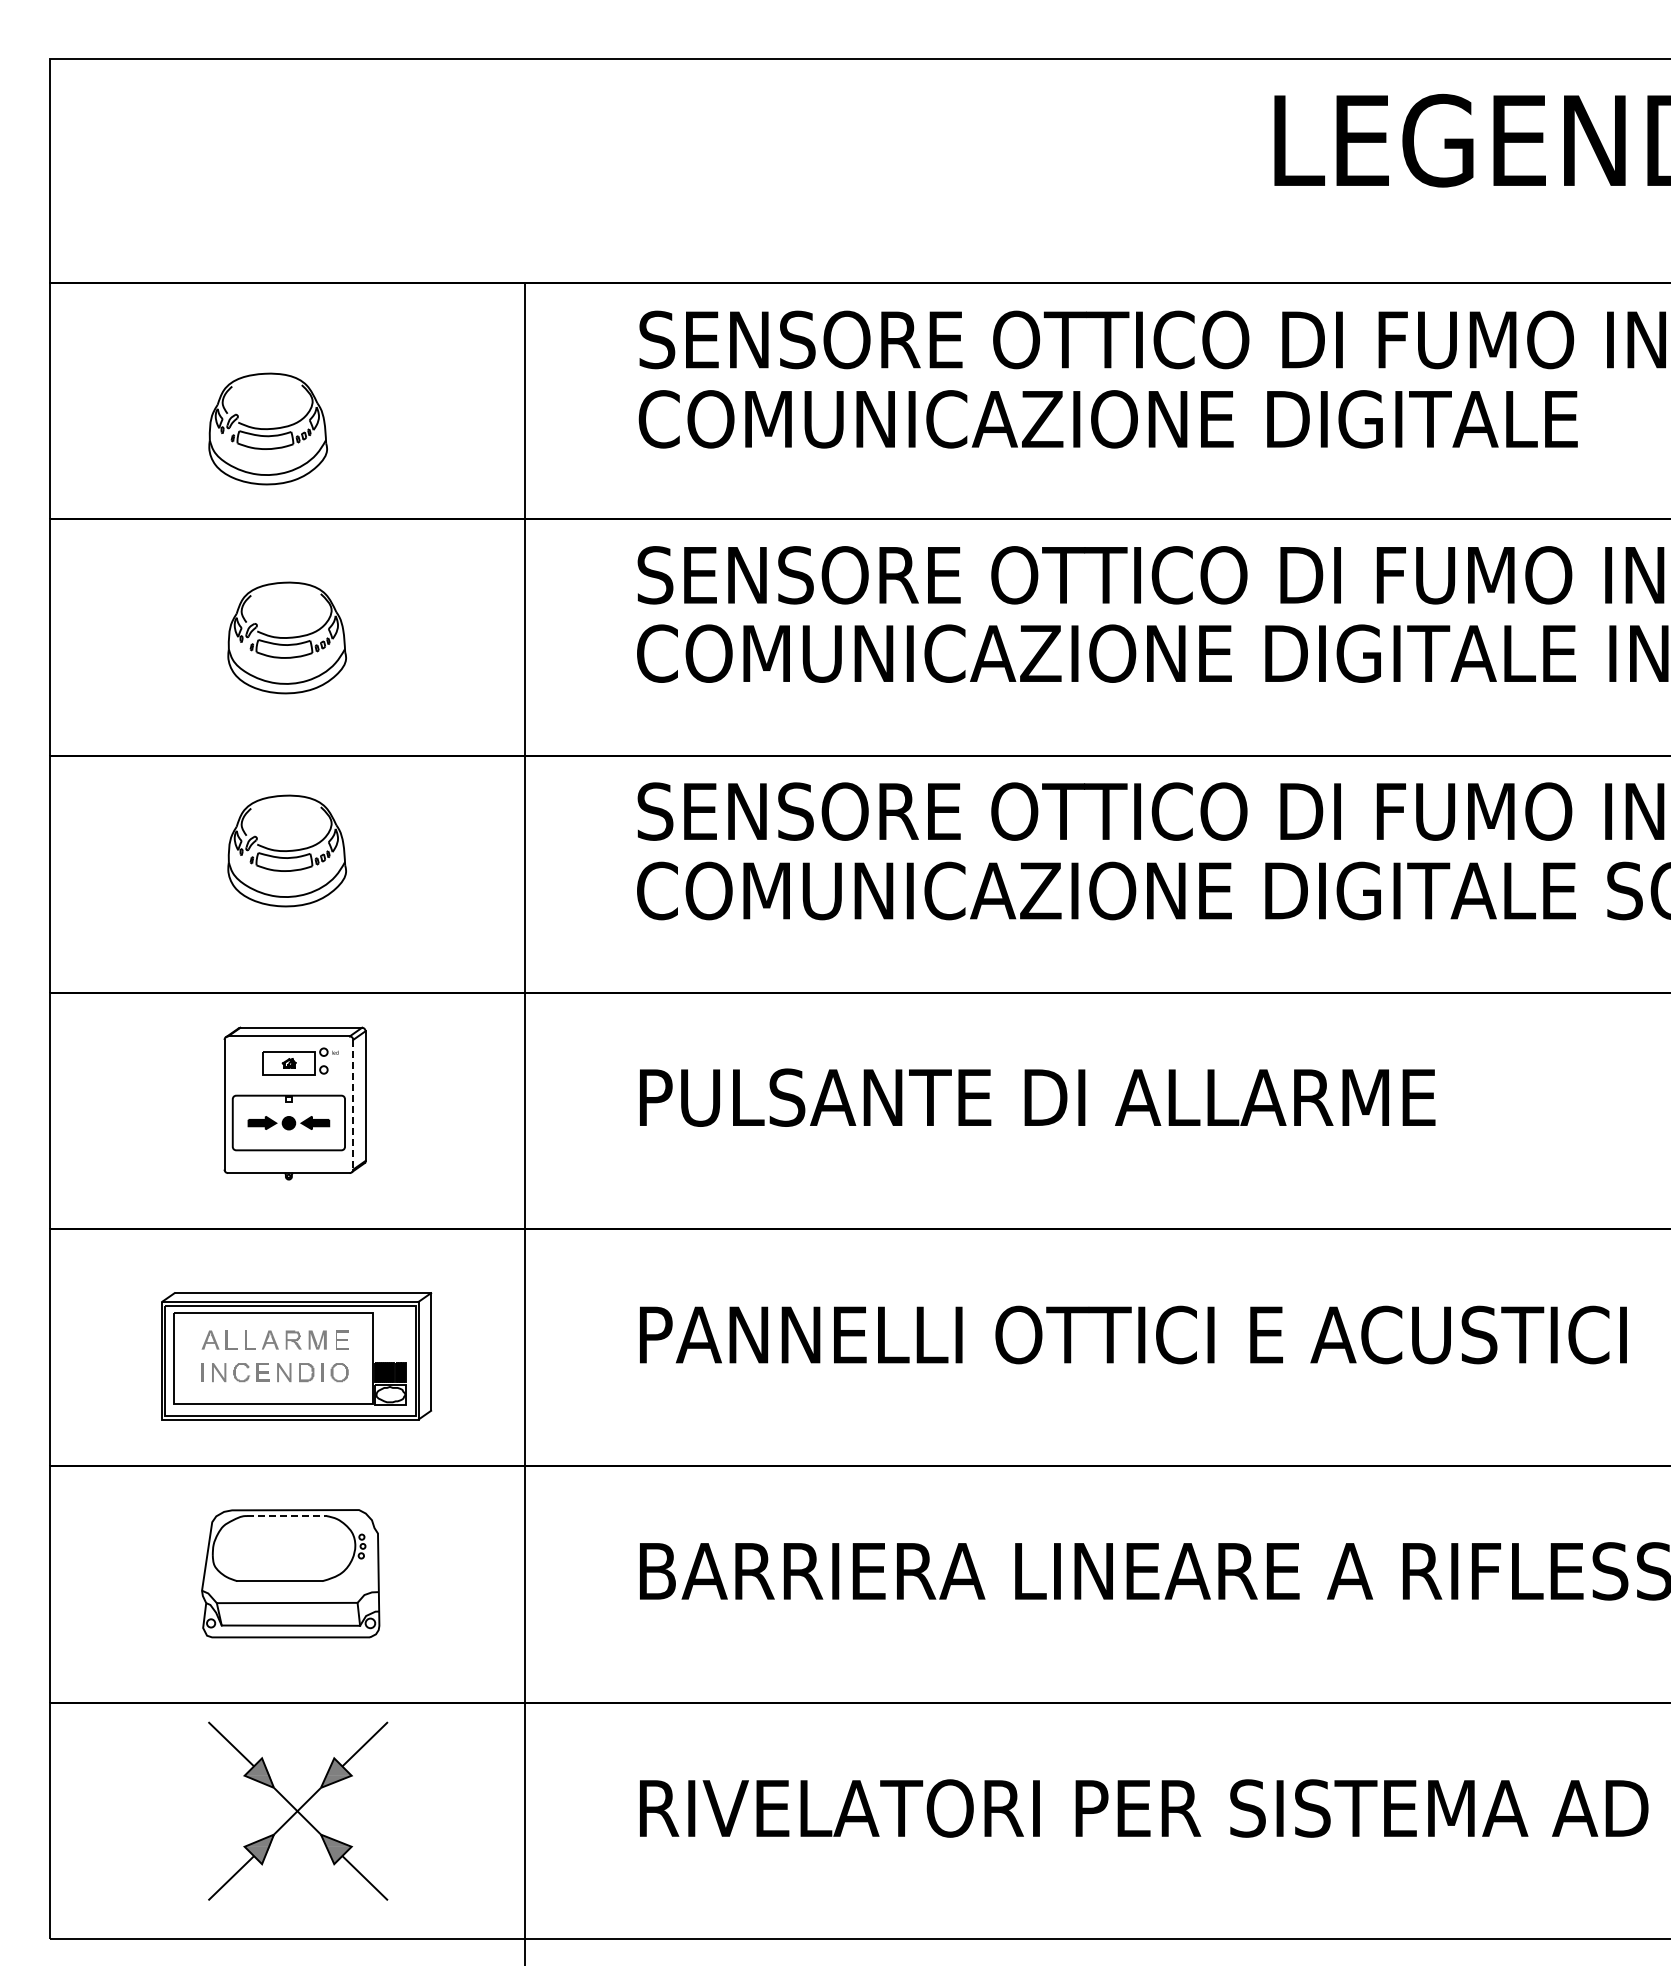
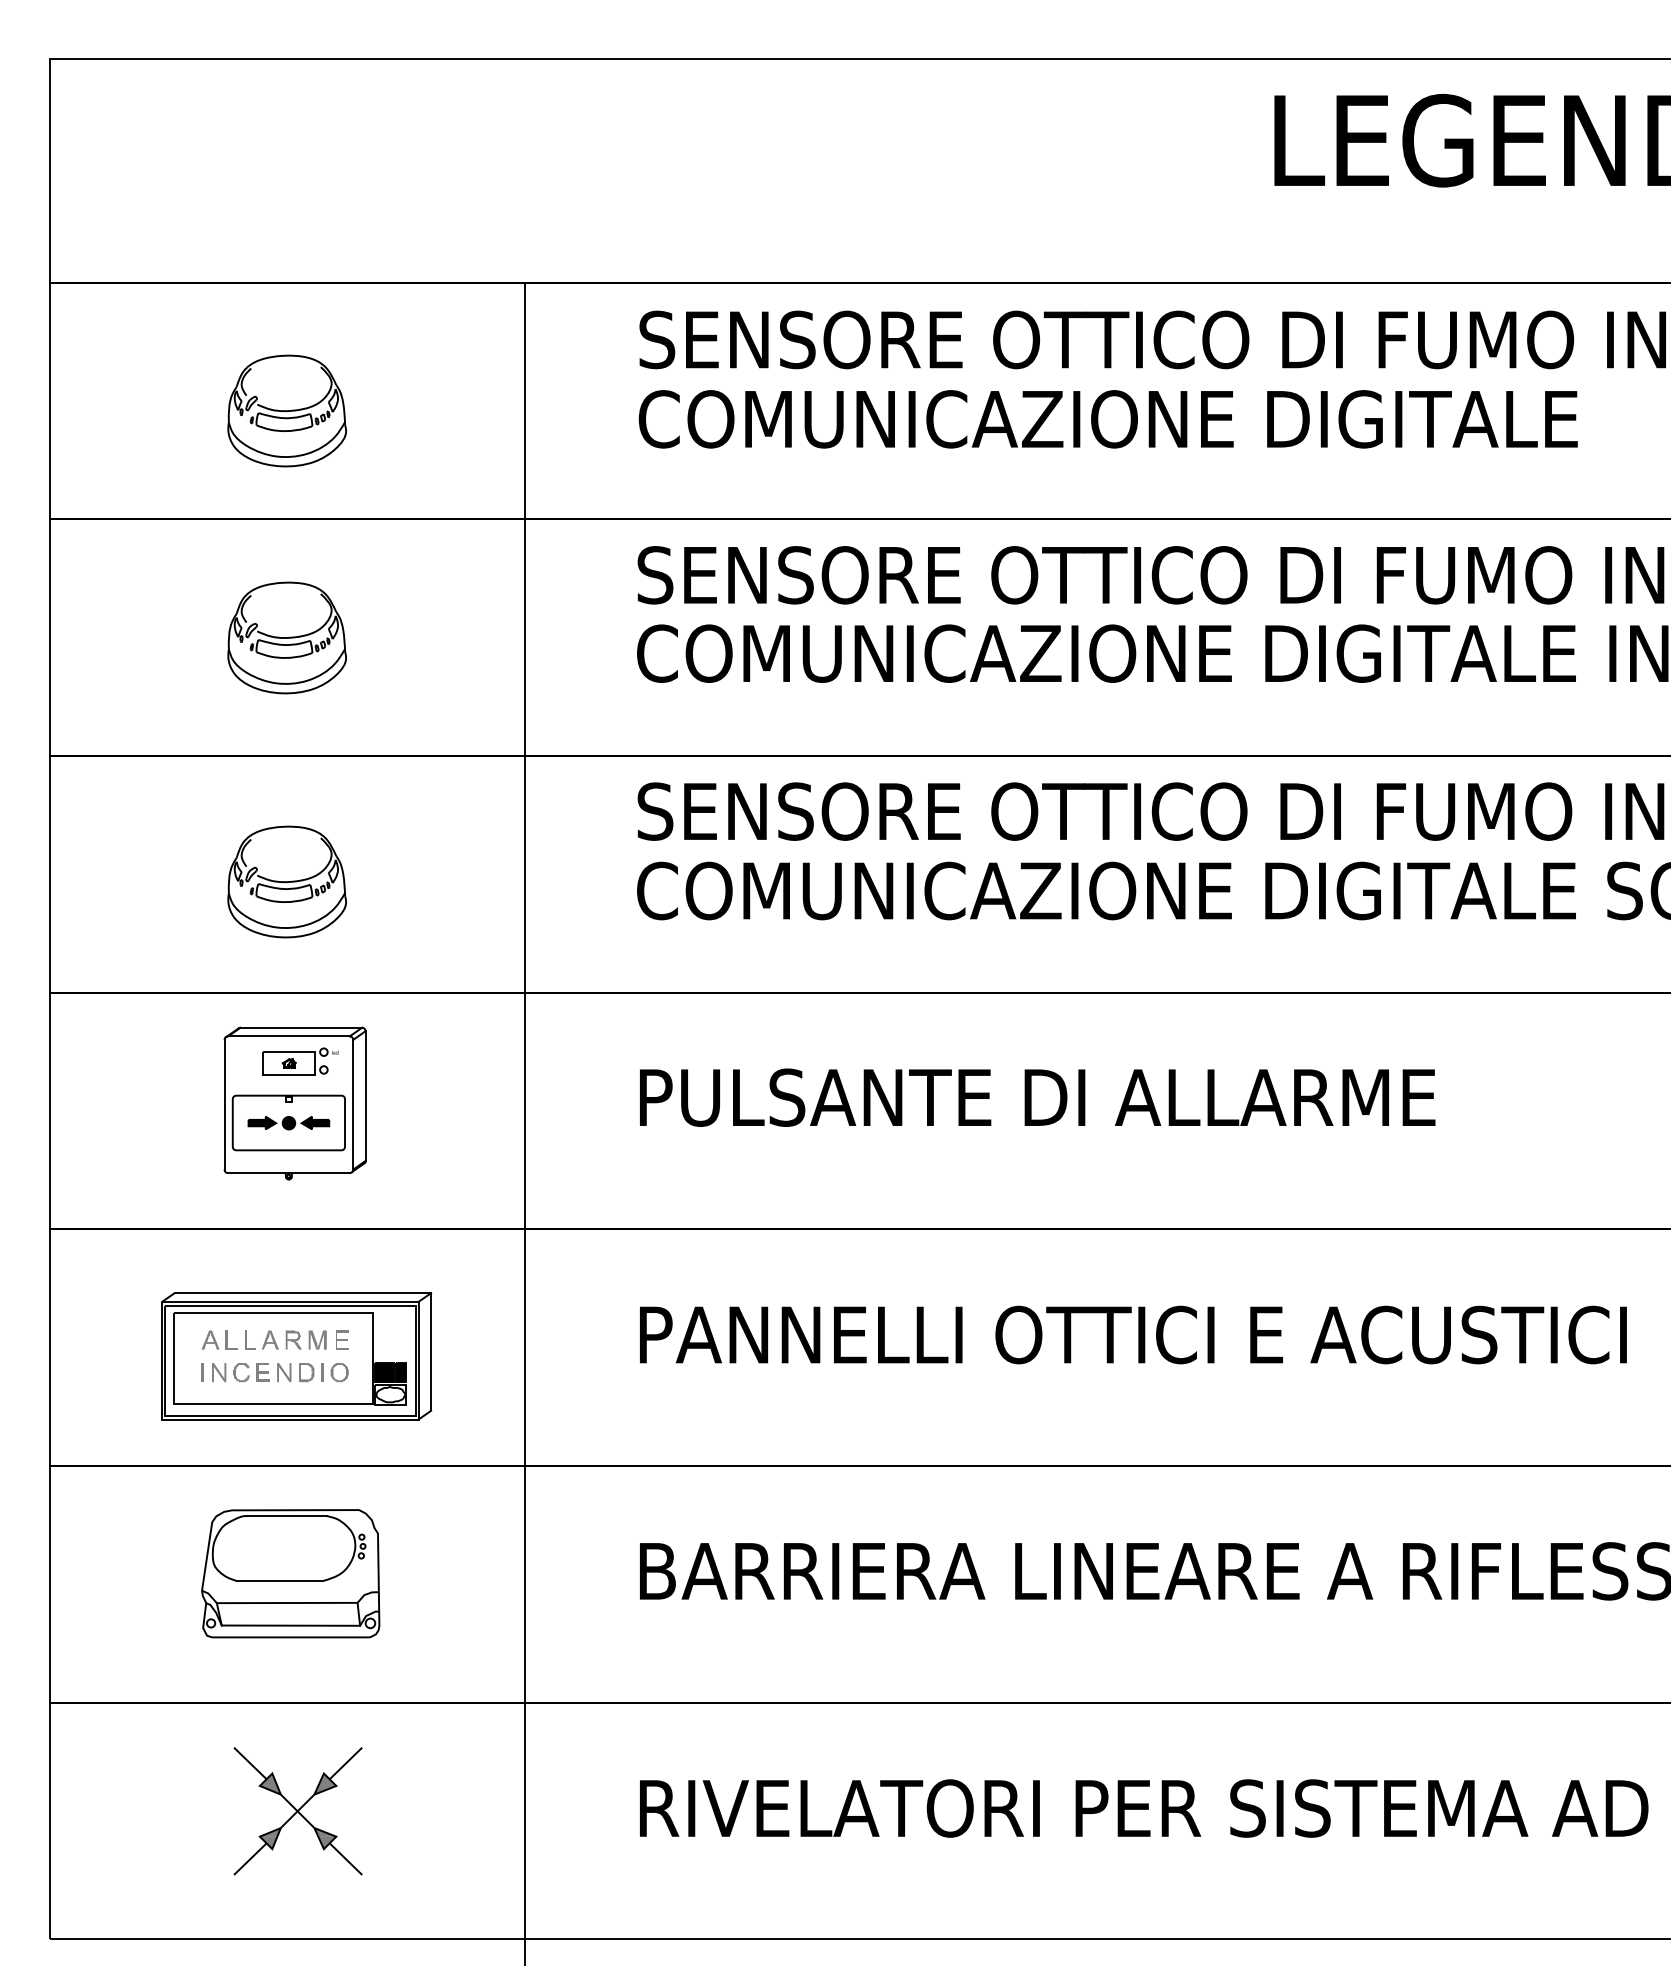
part at (267, 428) position: (267, 428) -> (286, 410)
part at (286, 850) position: (286, 850) -> (286, 881)
line at (353, 1104): dashed -> solid
line at (286, 1516): dashed -> solid
part at (298, 1810) size: 181x180 px -> 130x129 px
